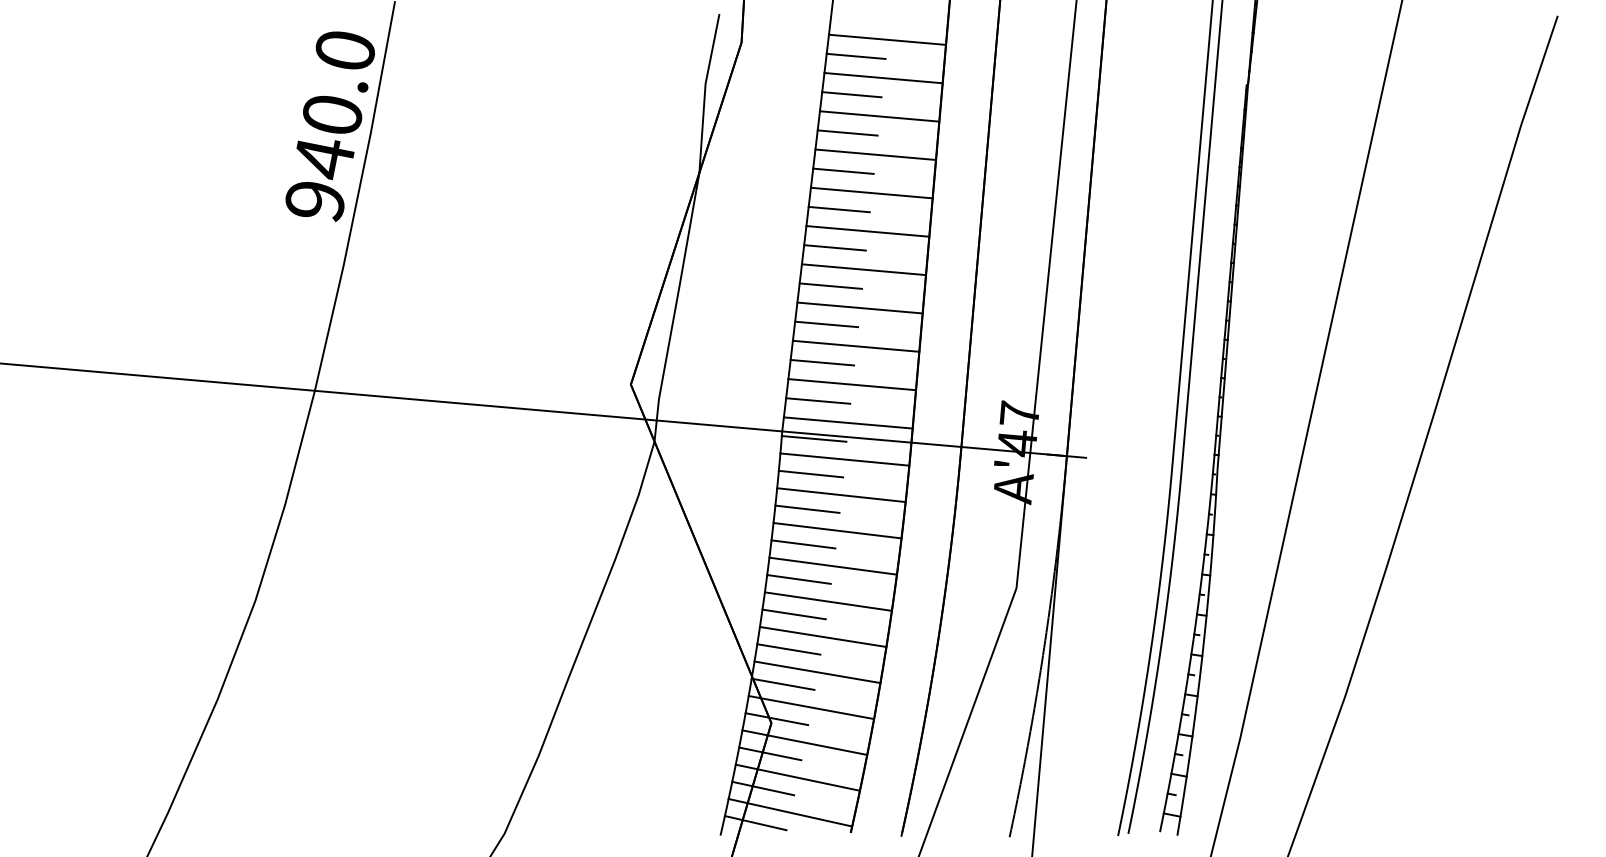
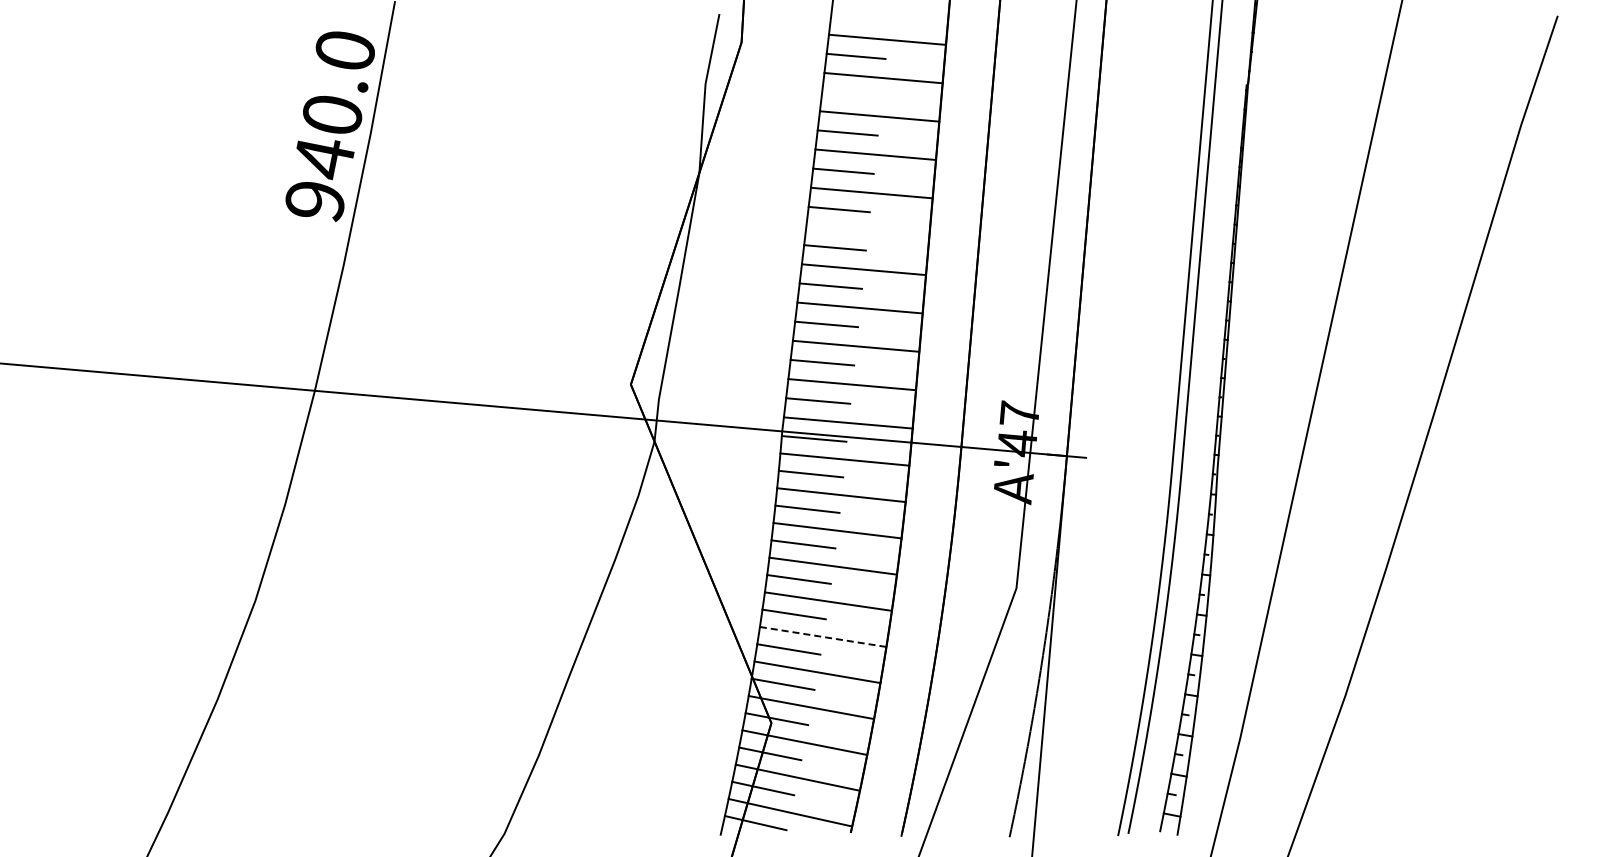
line at (851, 94): present -> none
line at (867, 231): present -> none
line at (823, 636): solid -> dashed
